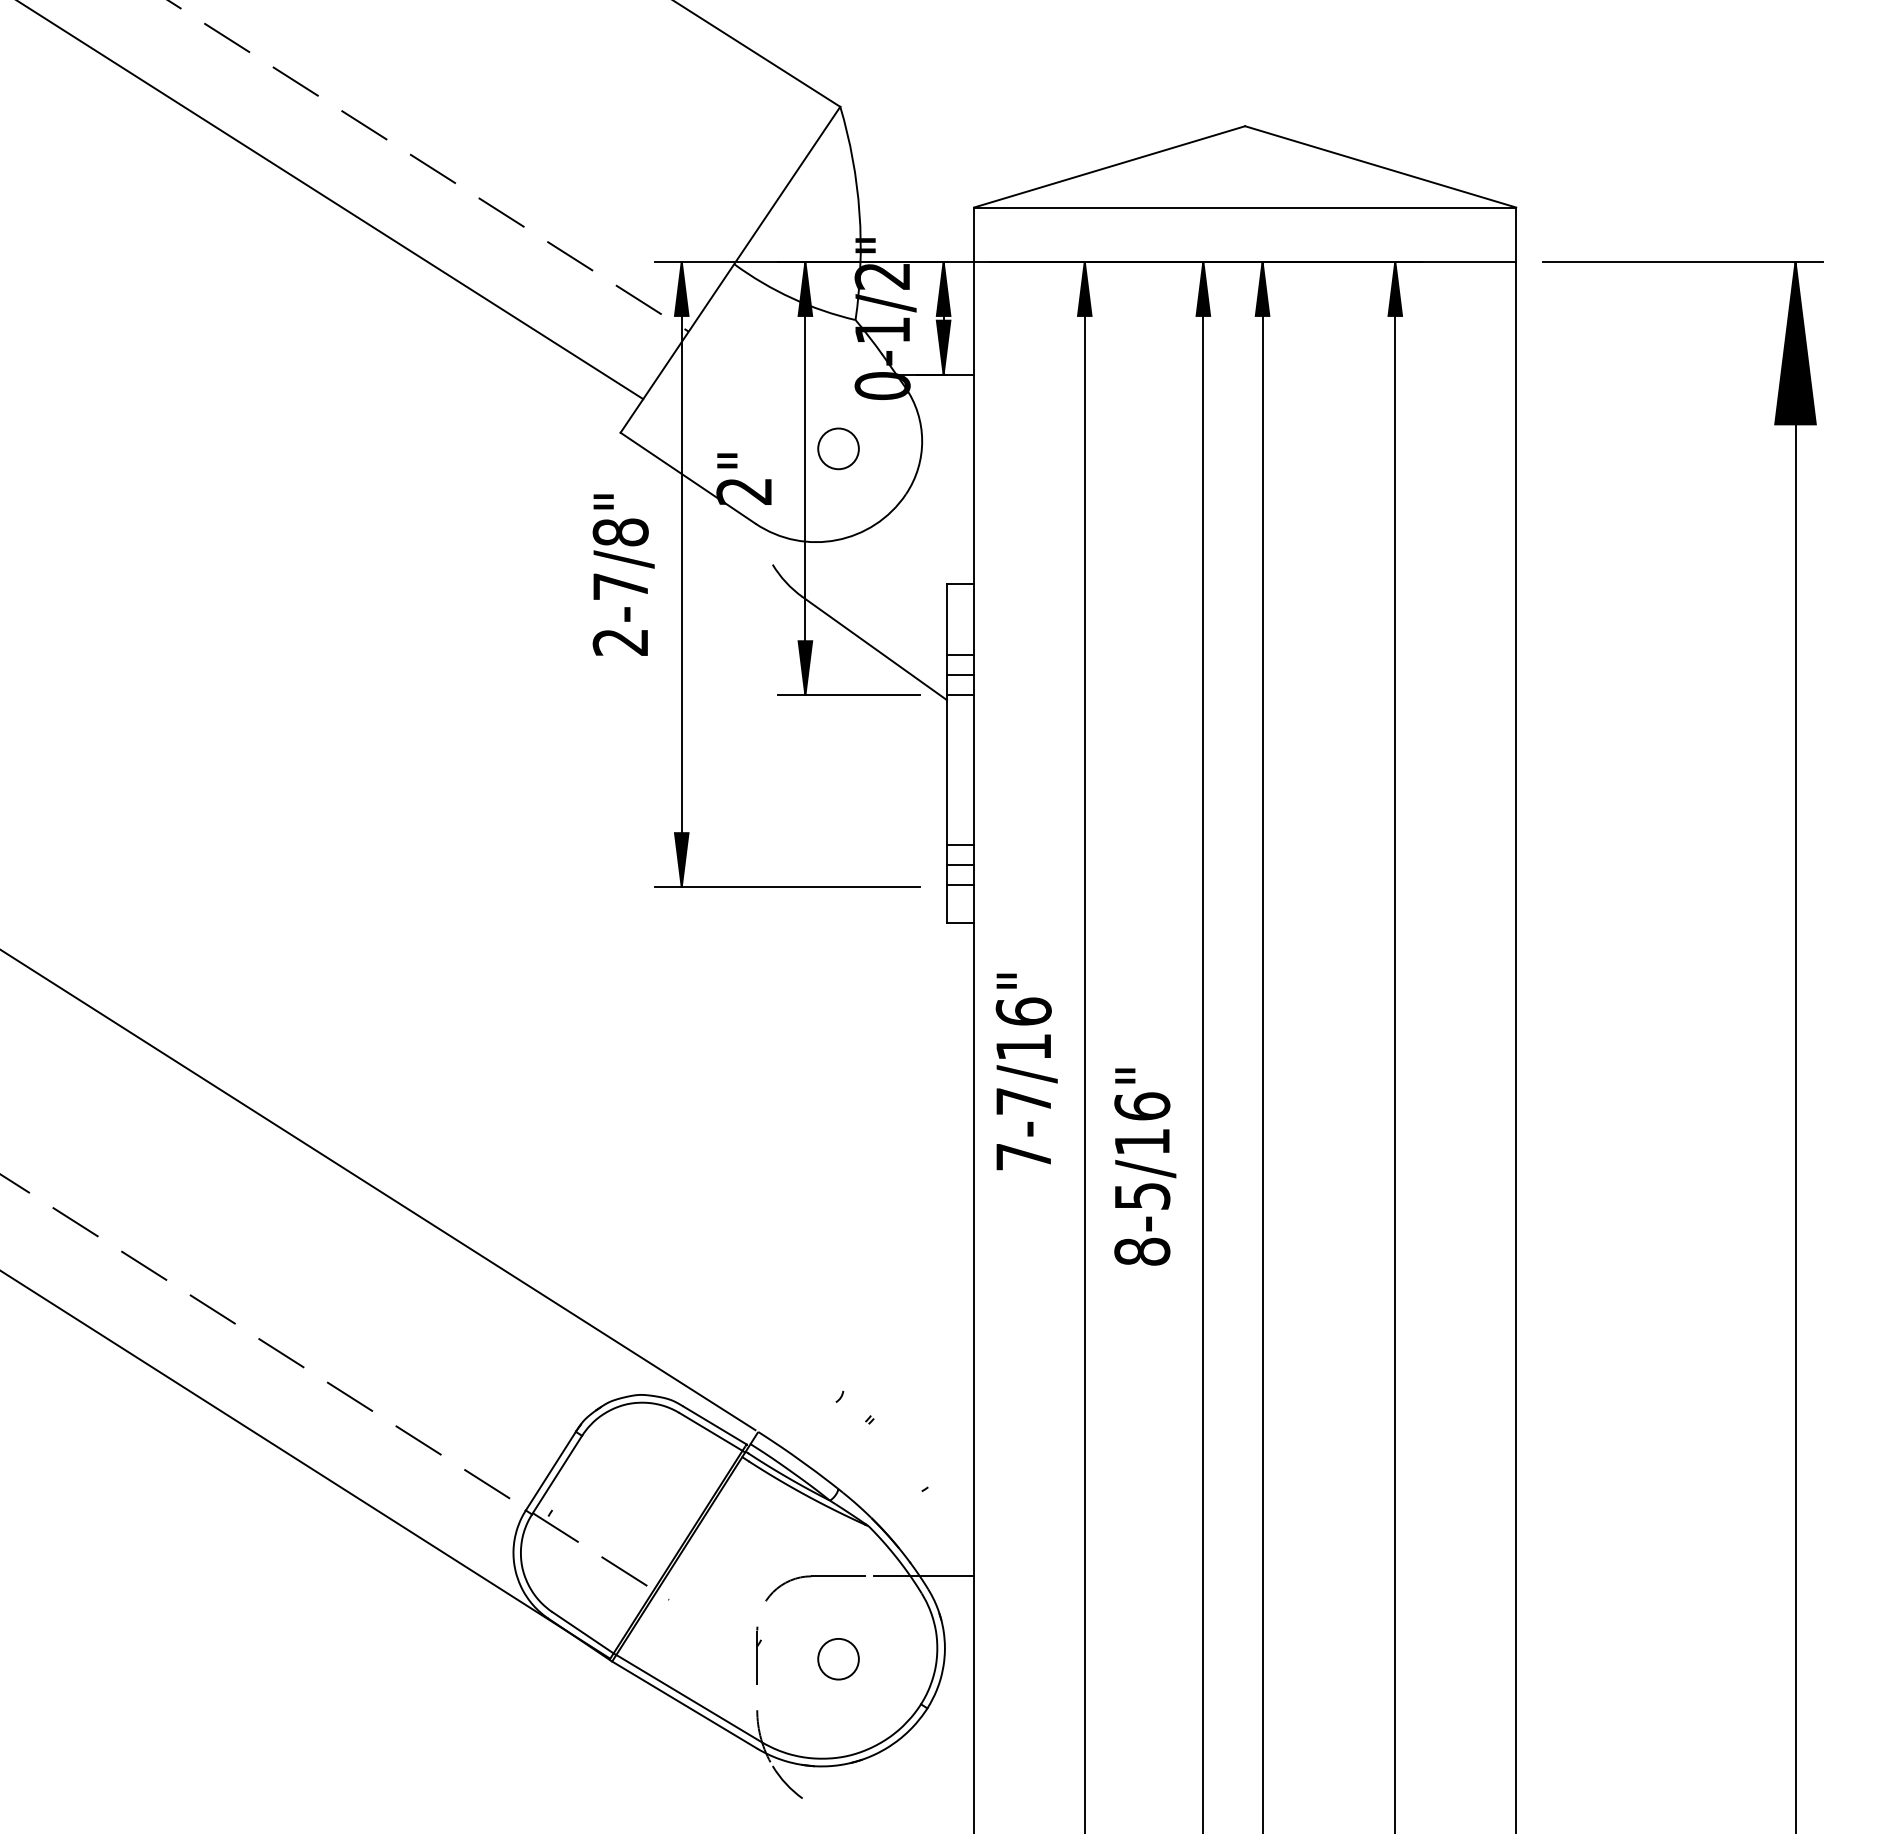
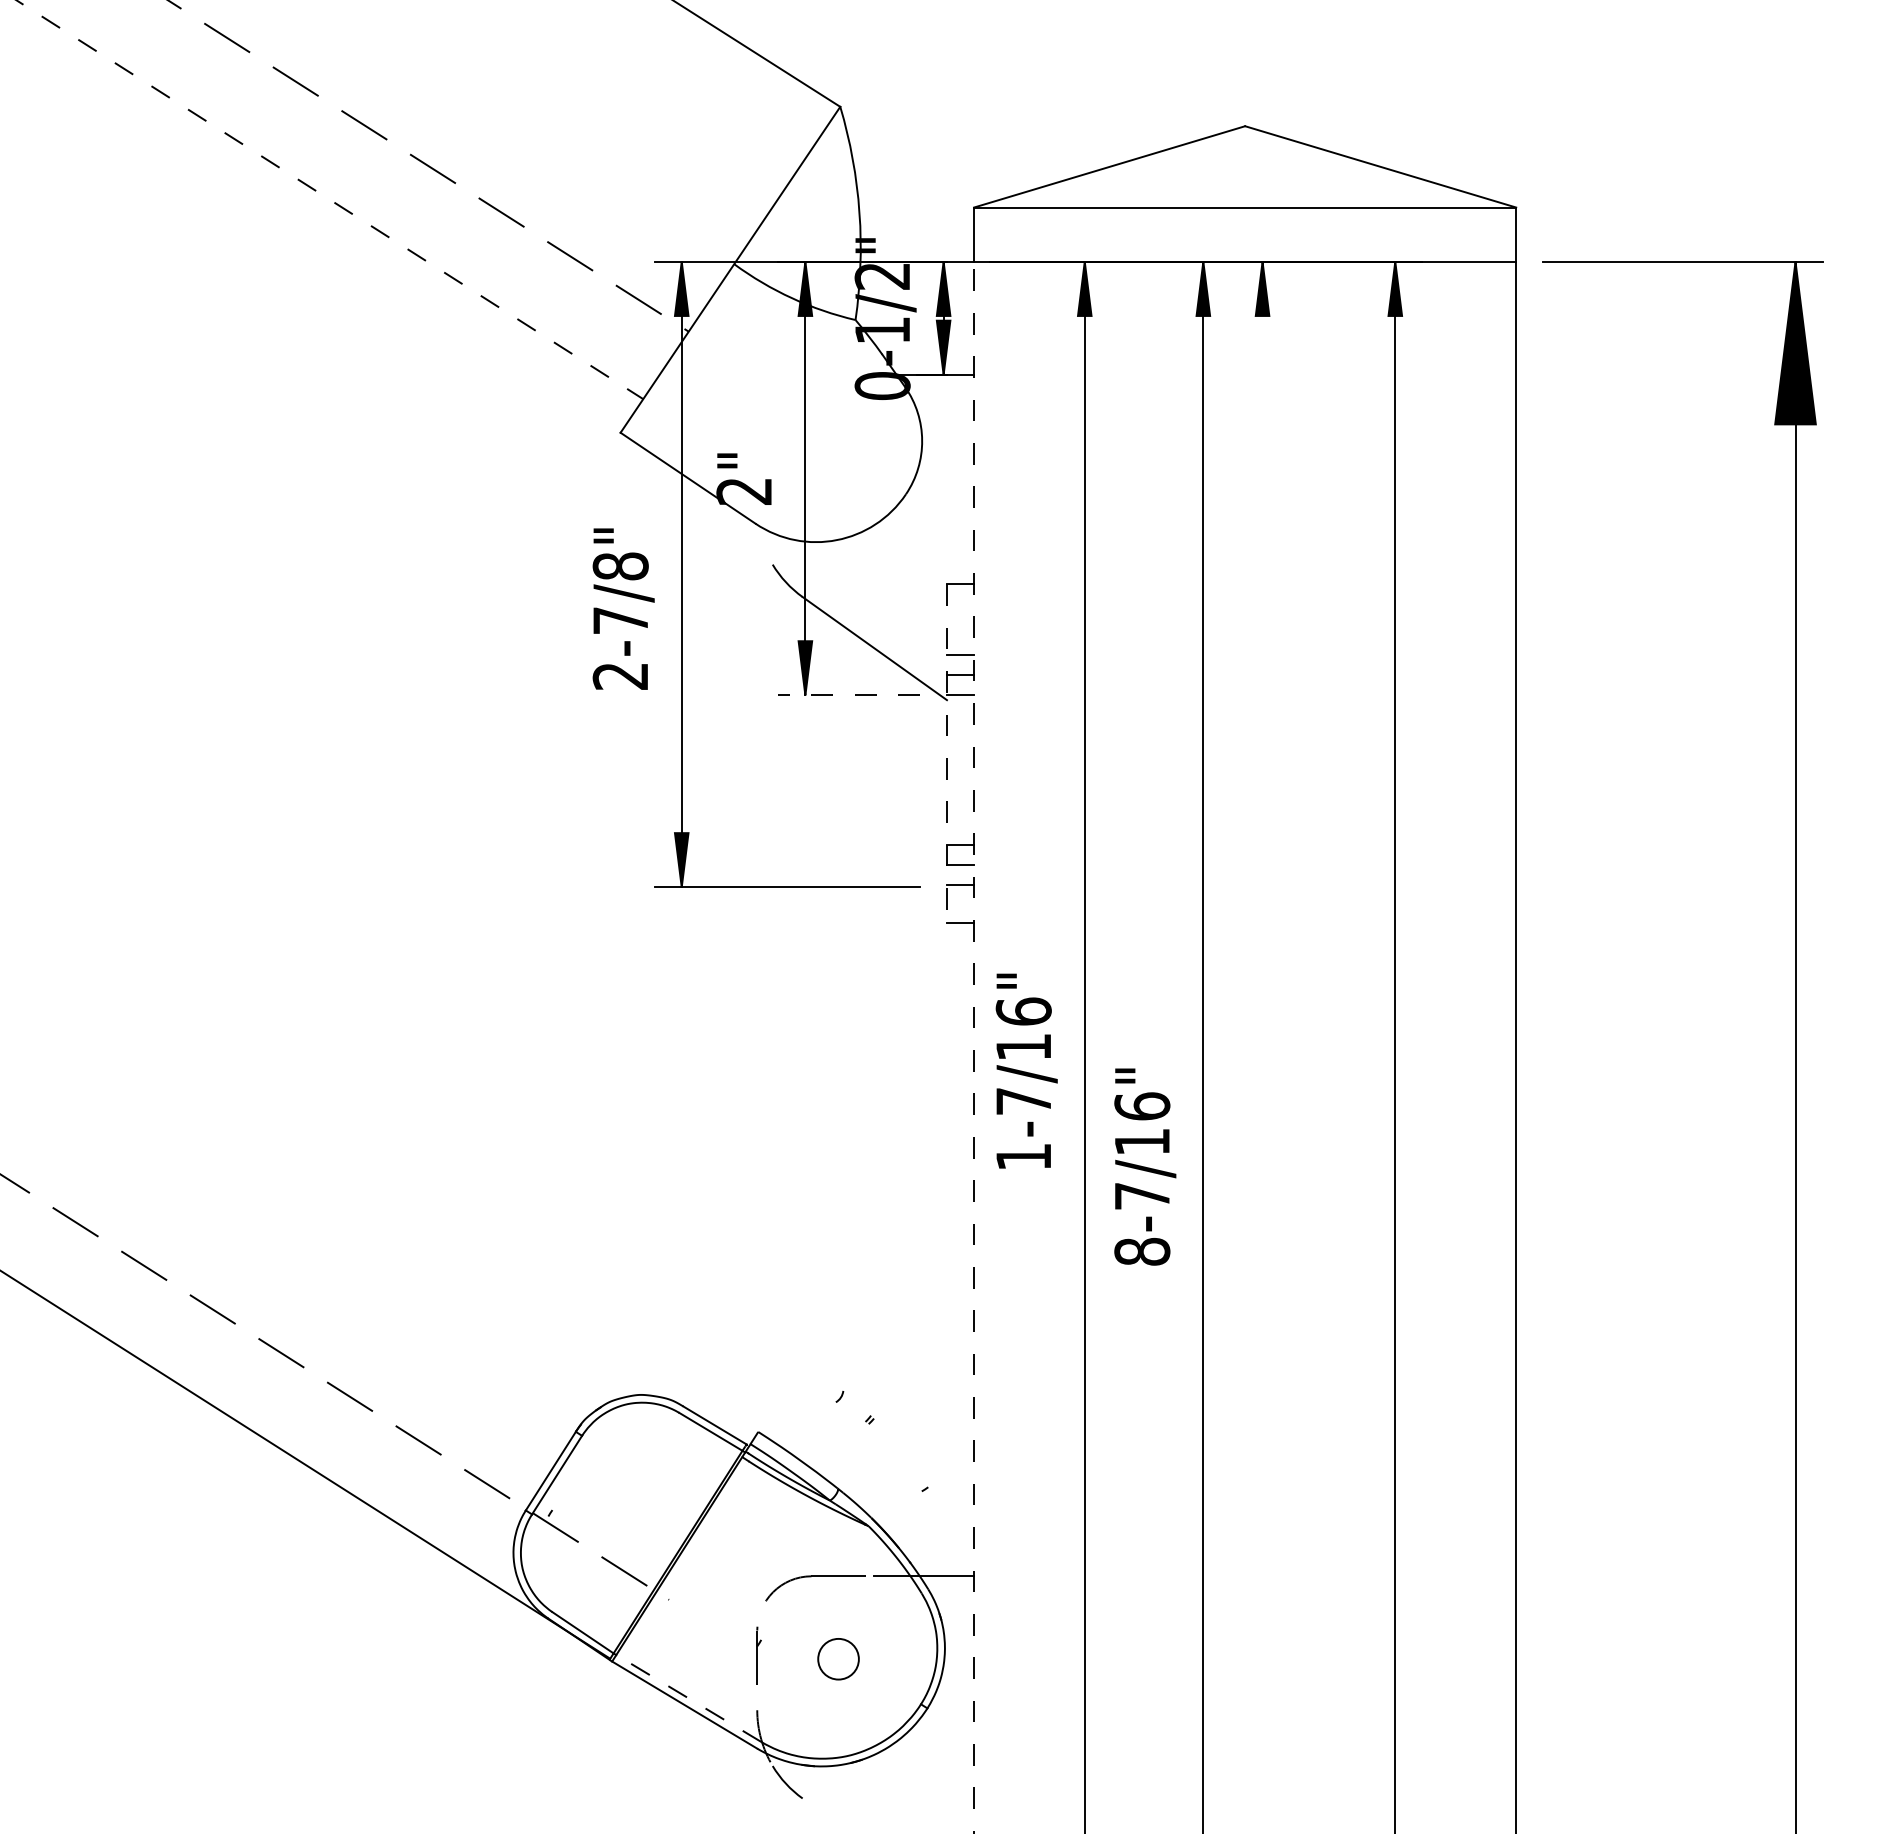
line at (330, 199): solid -> dashed
circle at (838, 448): present -> none
text at (623, 574) position: (623, 574) -> (623, 608)
line at (849, 695): solid -> dashed
line at (946, 754): solid -> dashed
line at (1262, 1045): present -> none
line at (974, 1047): solid -> dashed
text at (1023, 1157): 7-7/16" -> 1-7/16"
line at (378, 1190): present -> none
text at (1142, 1196): 8-5/16" -> 8-7/16"
line at (688, 1698): solid -> dashed
